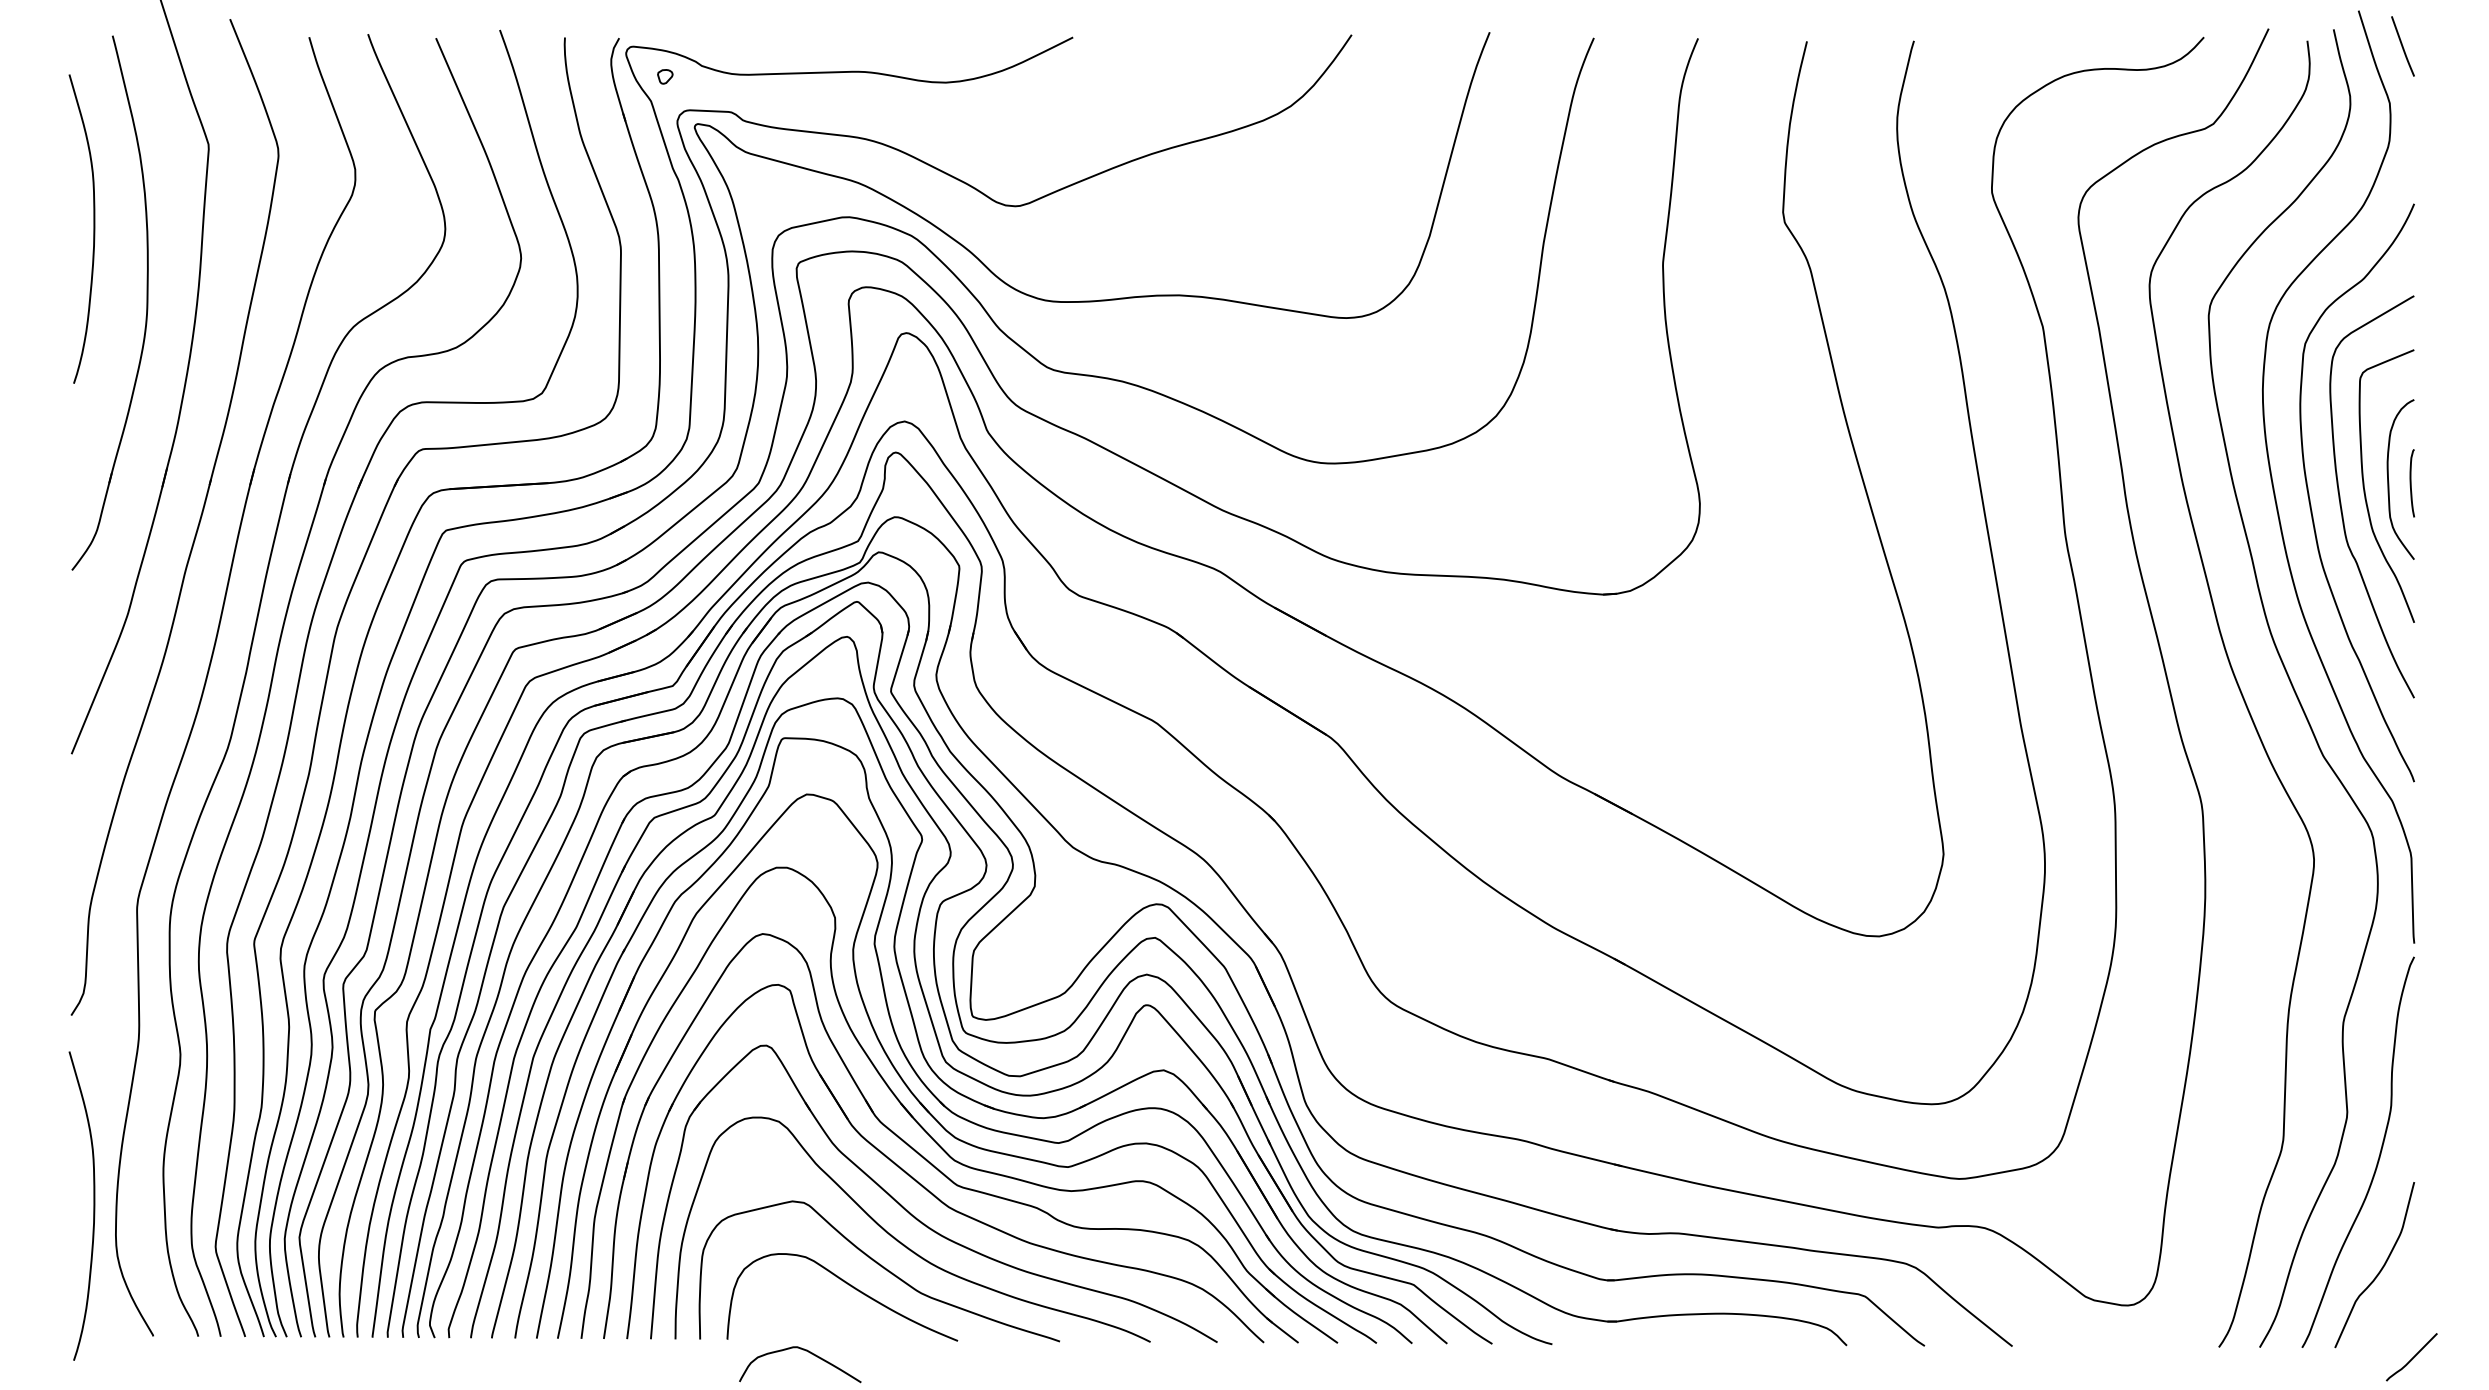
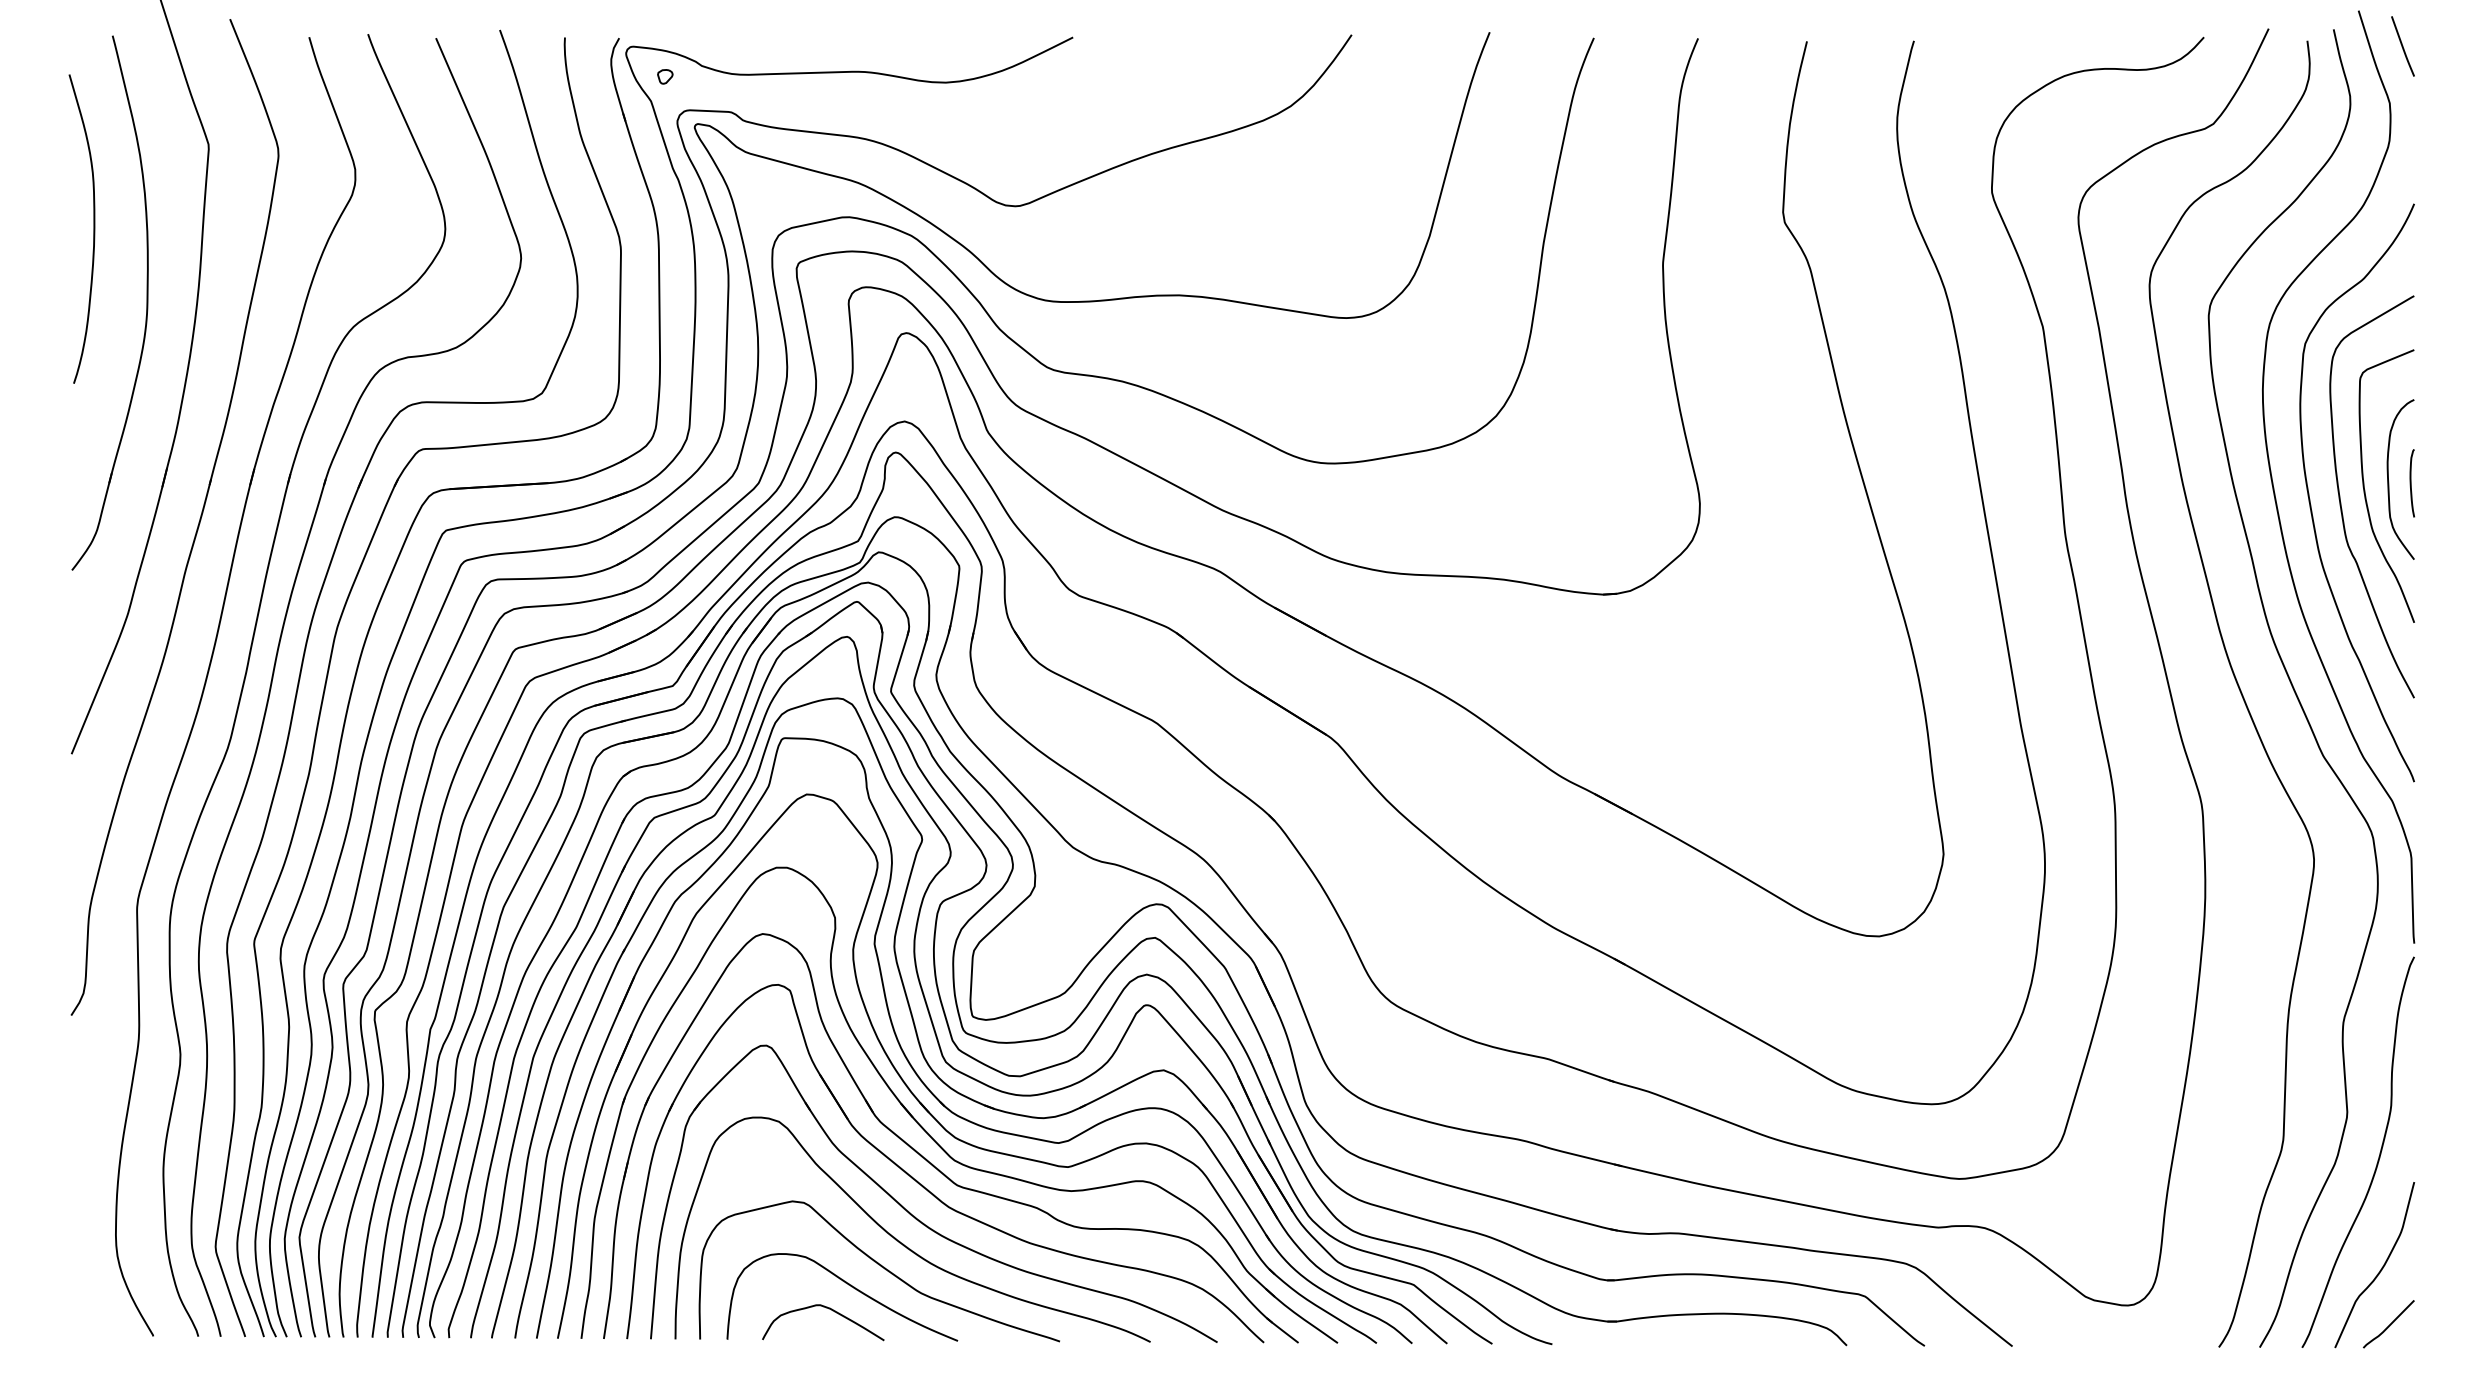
curve at (93, 1205): present -> none
curve at (805, 1351) position: (805, 1351) -> (828, 1309)
curve at (2412, 1357) position: (2412, 1357) -> (2389, 1324)
